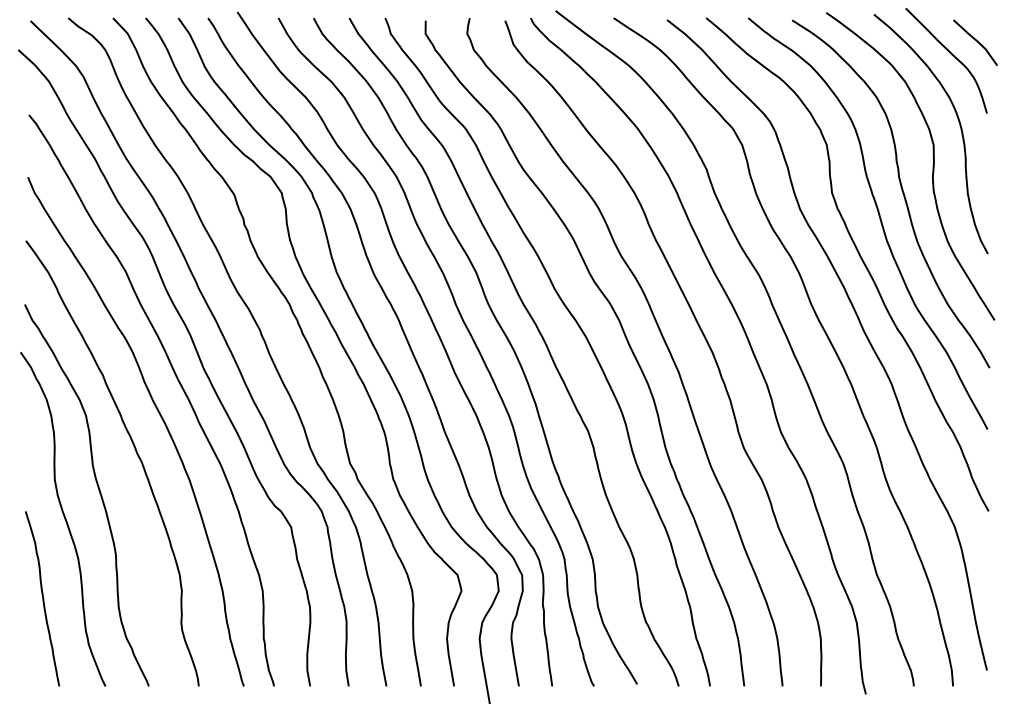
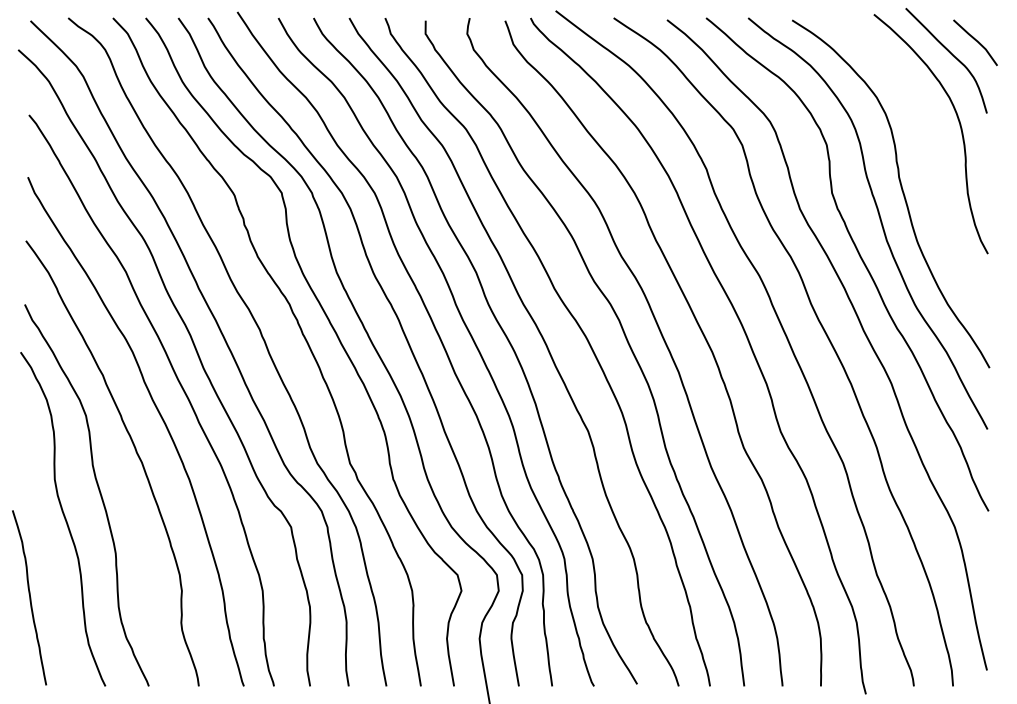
curve at (932, 166): present -> none
curve at (42, 598) position: (42, 598) -> (29, 597)
